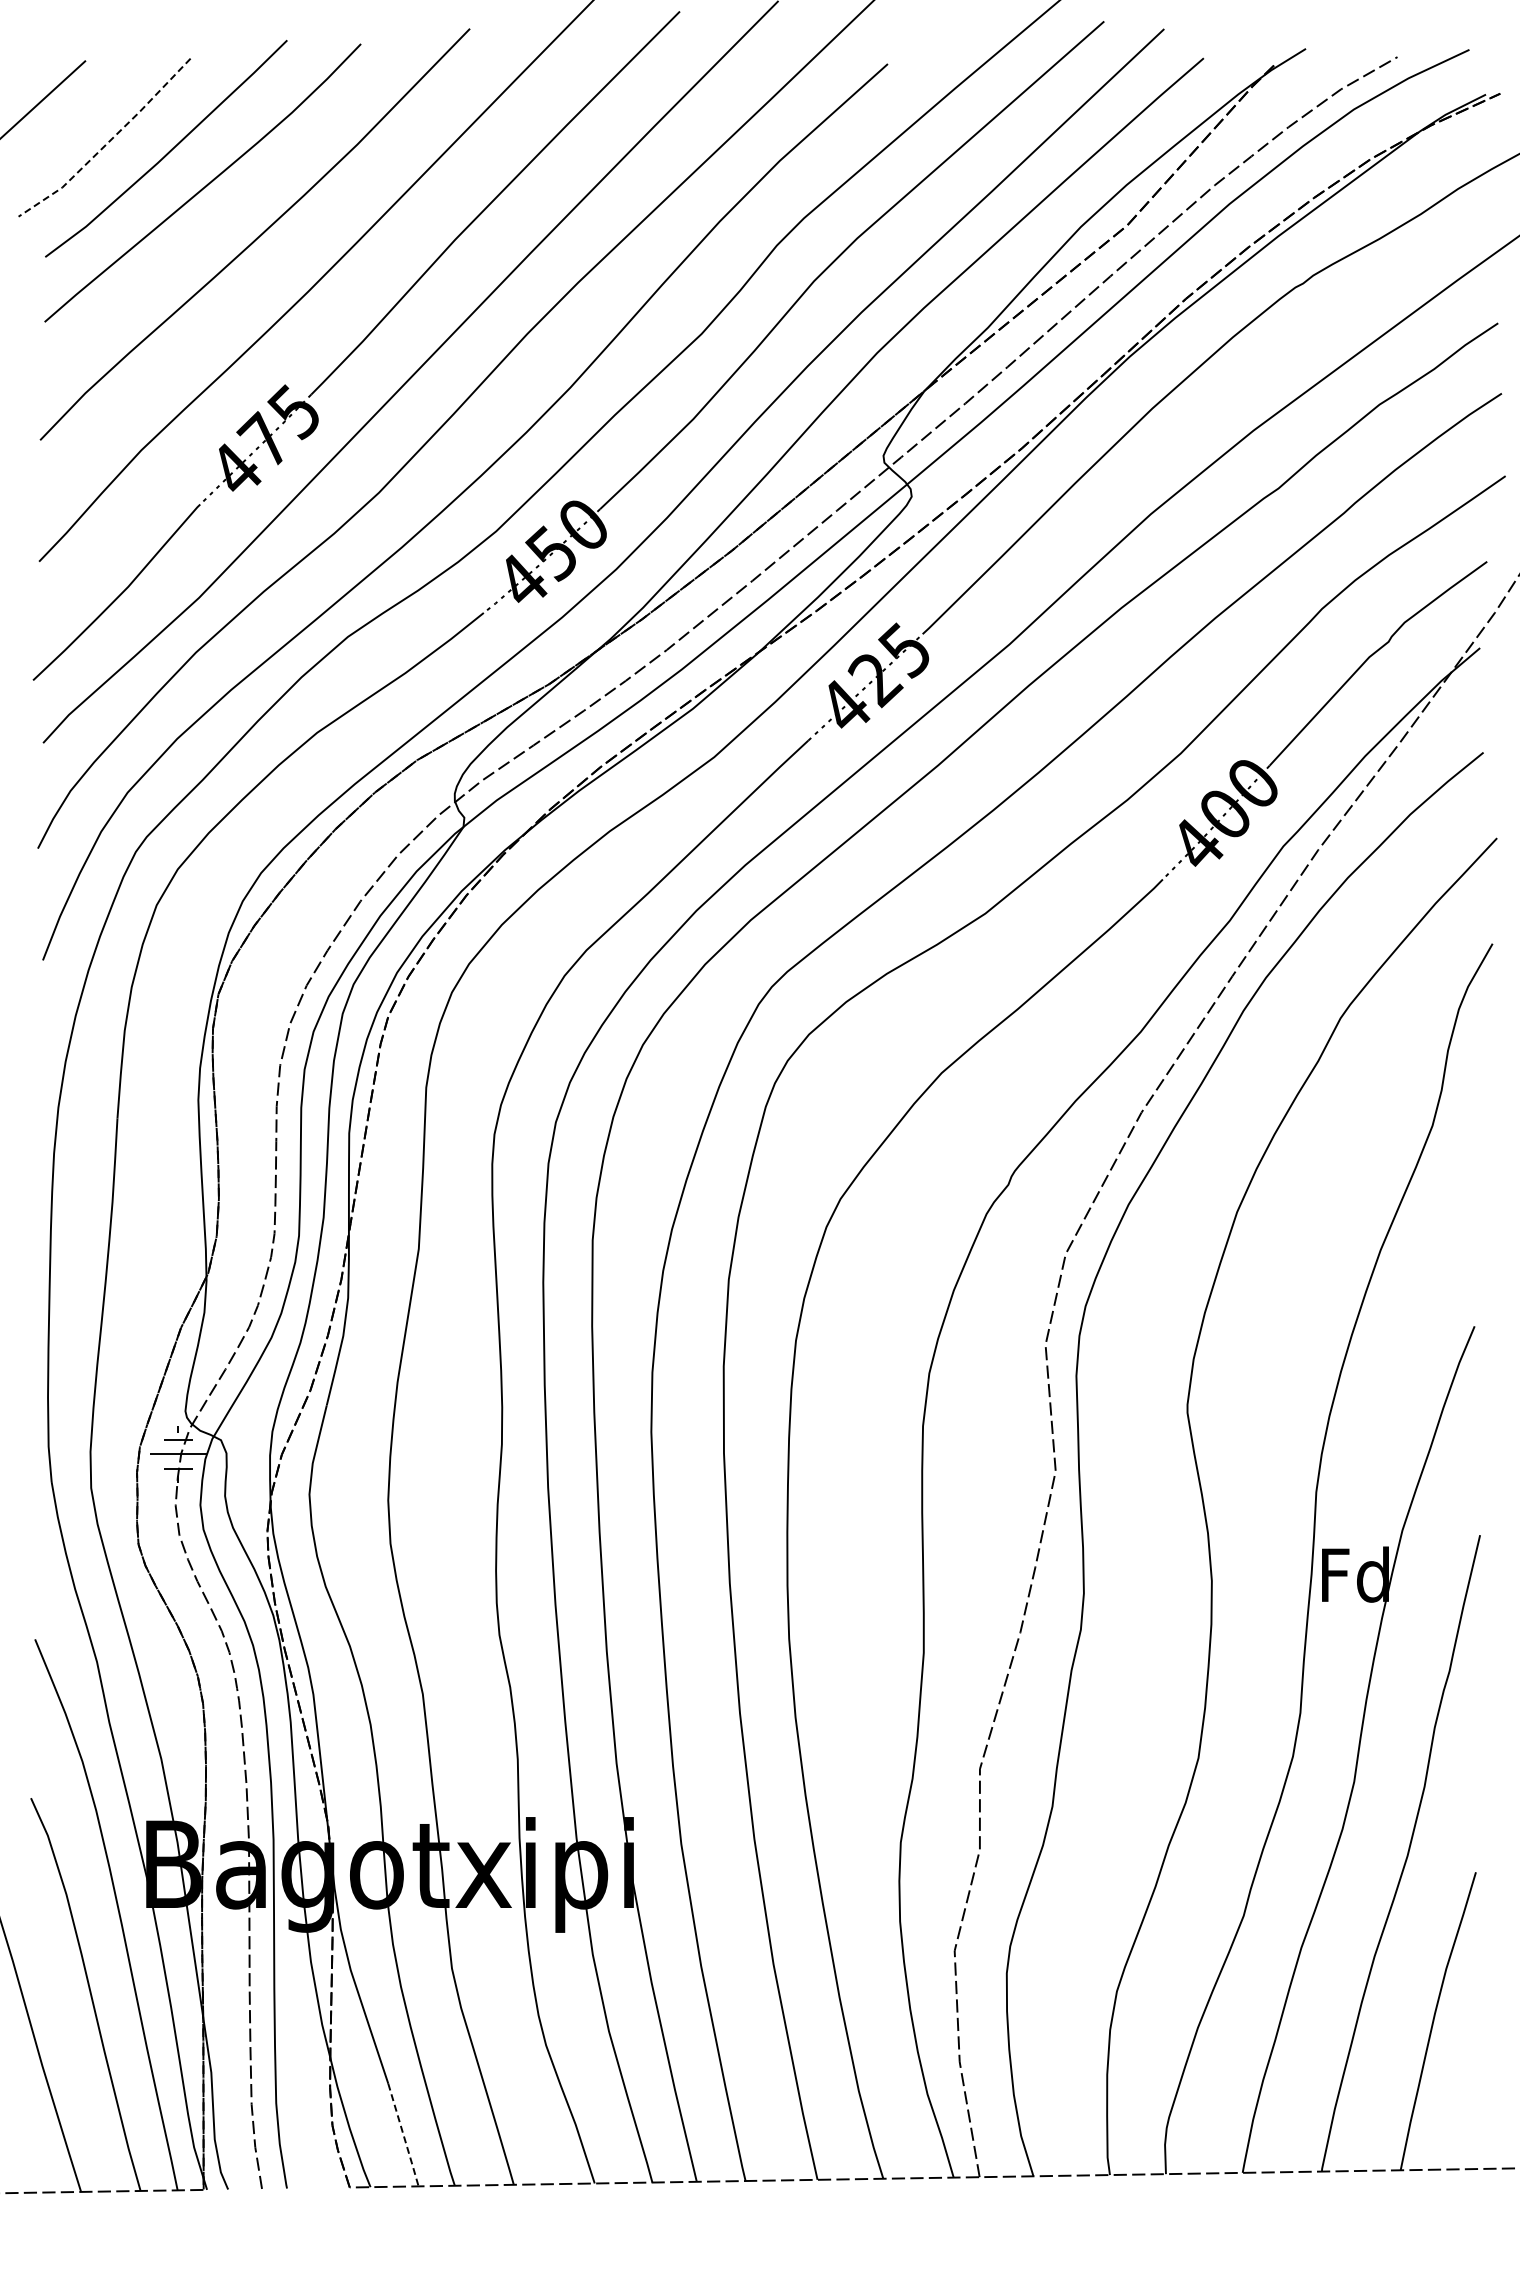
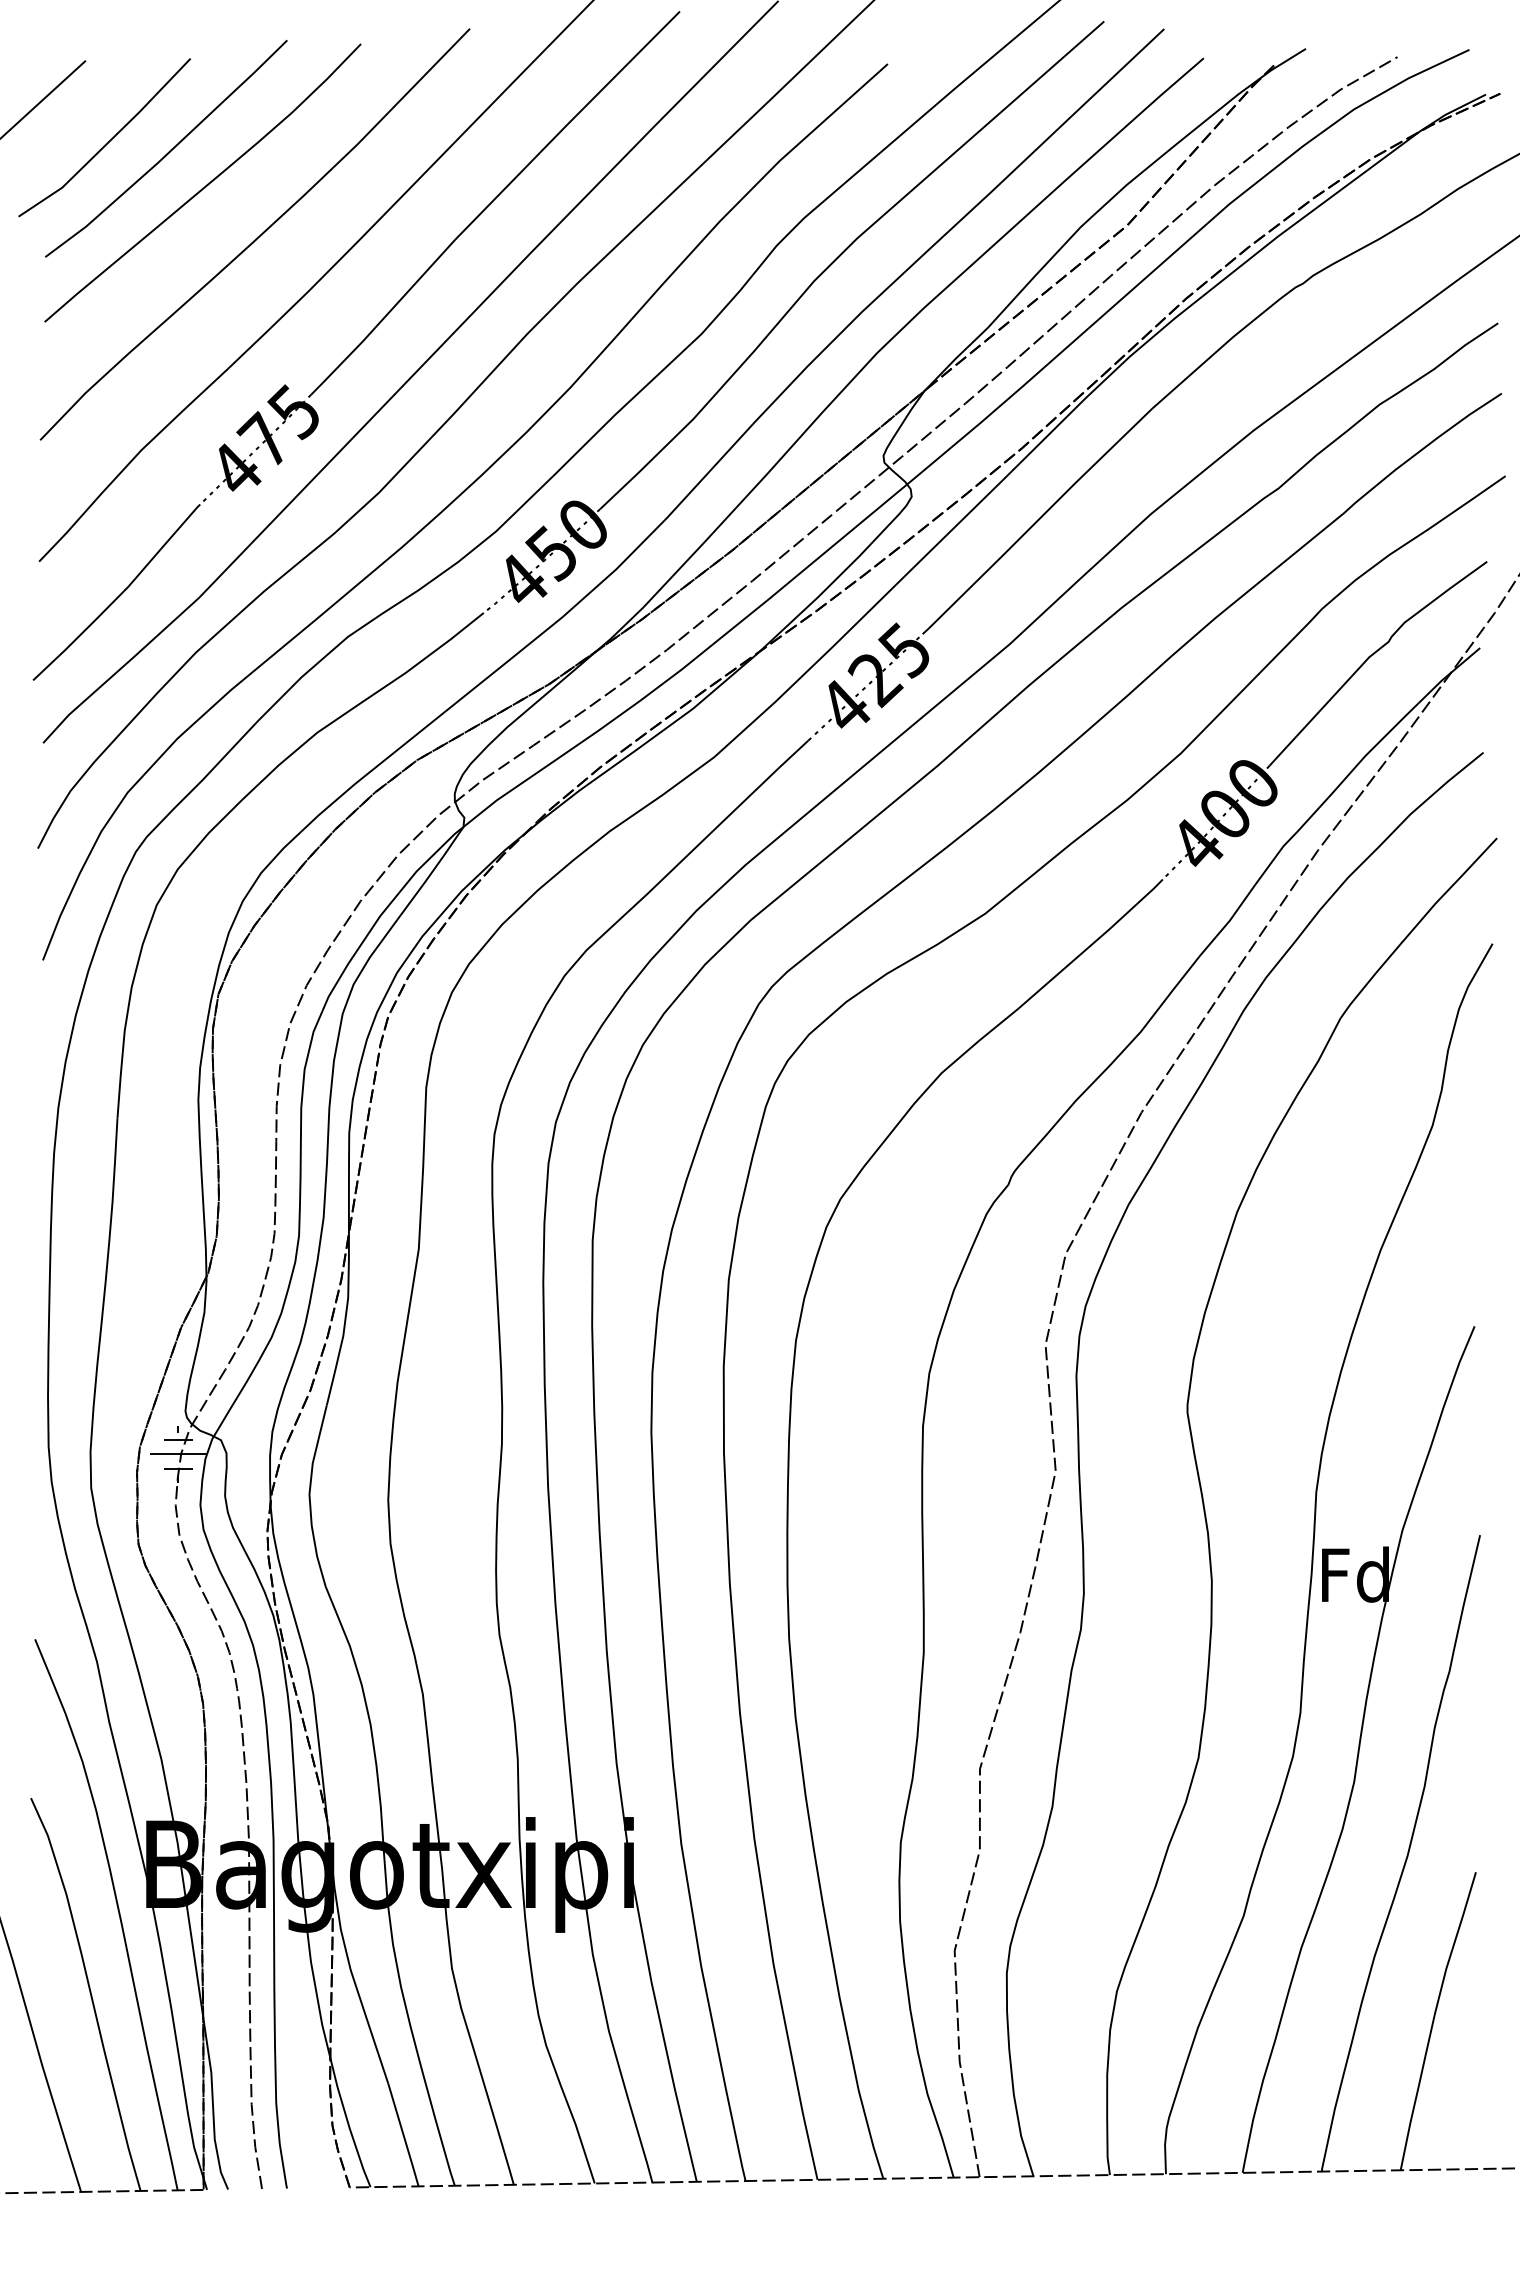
line at (108, 142): dashed -> solid
line at (403, 2136): dashed -> solid
